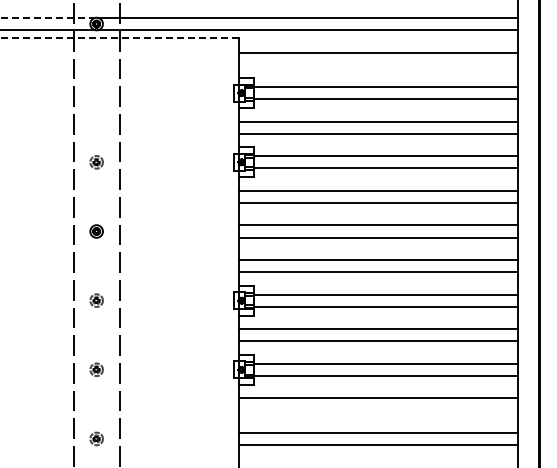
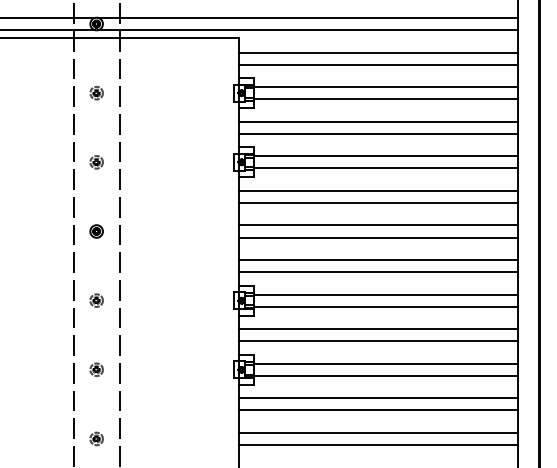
line at (47, 18): dashed -> solid
line at (119, 37): dashed -> solid
line at (378, 64): none -> present
part at (96, 93): none -> present
line at (378, 410): none -> present
